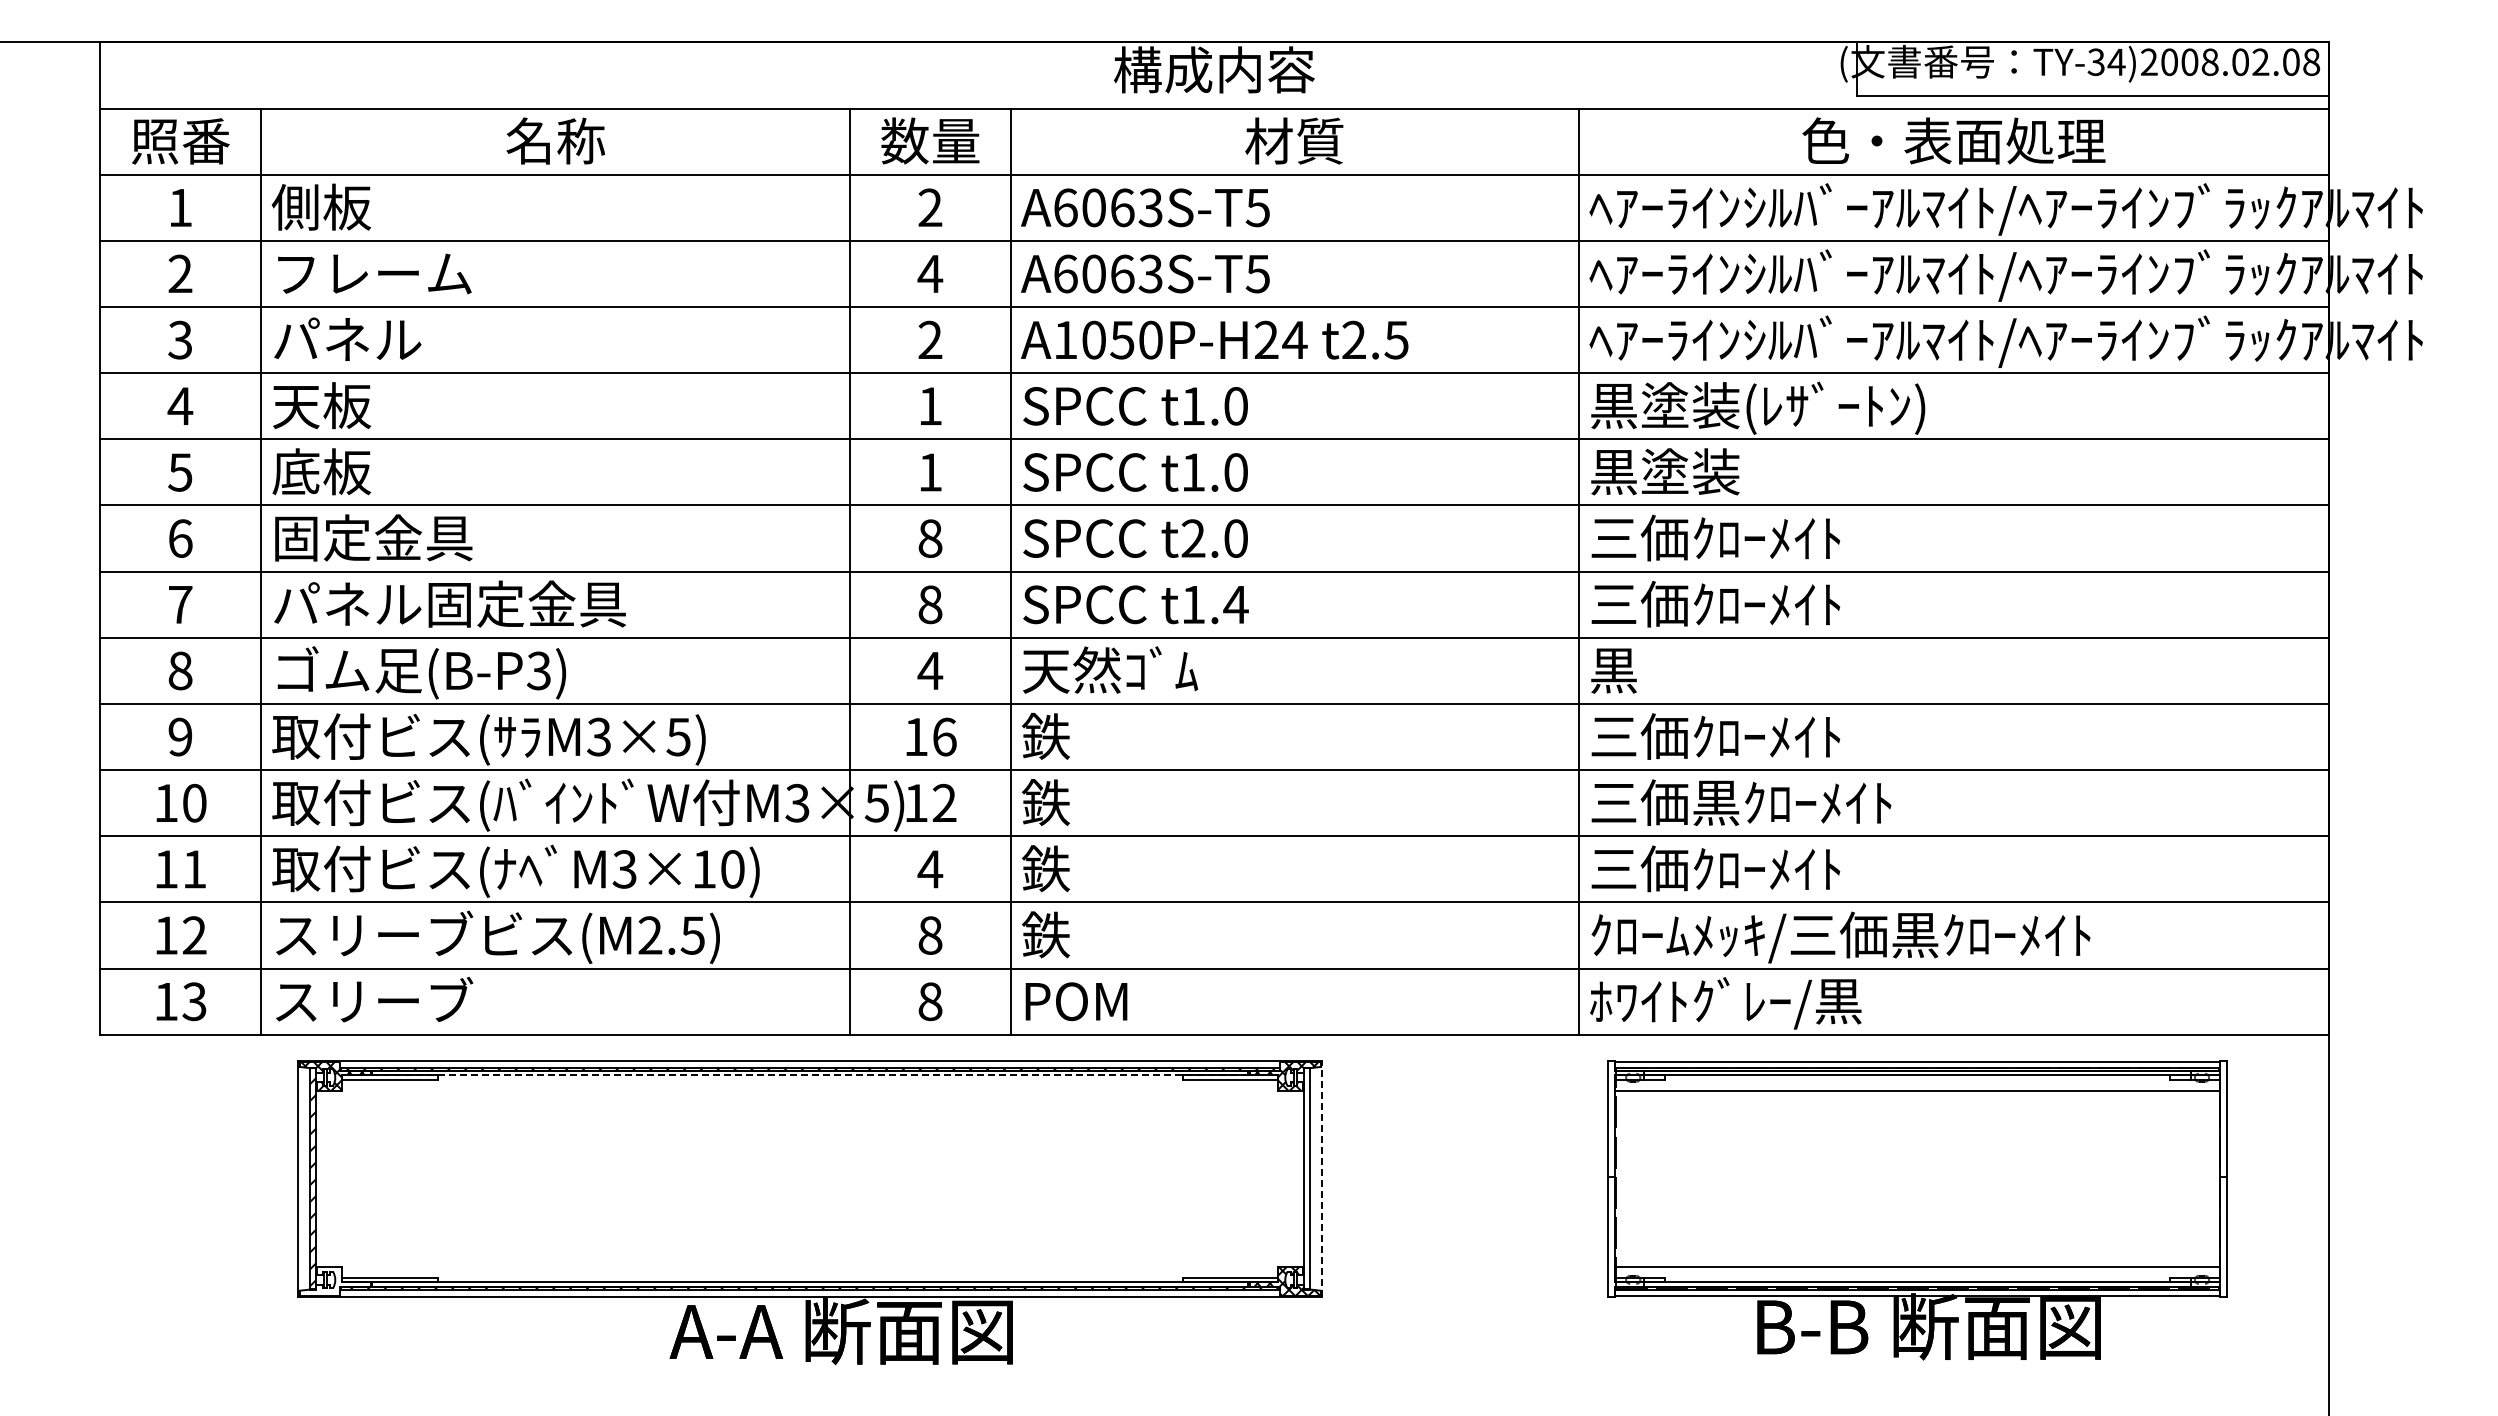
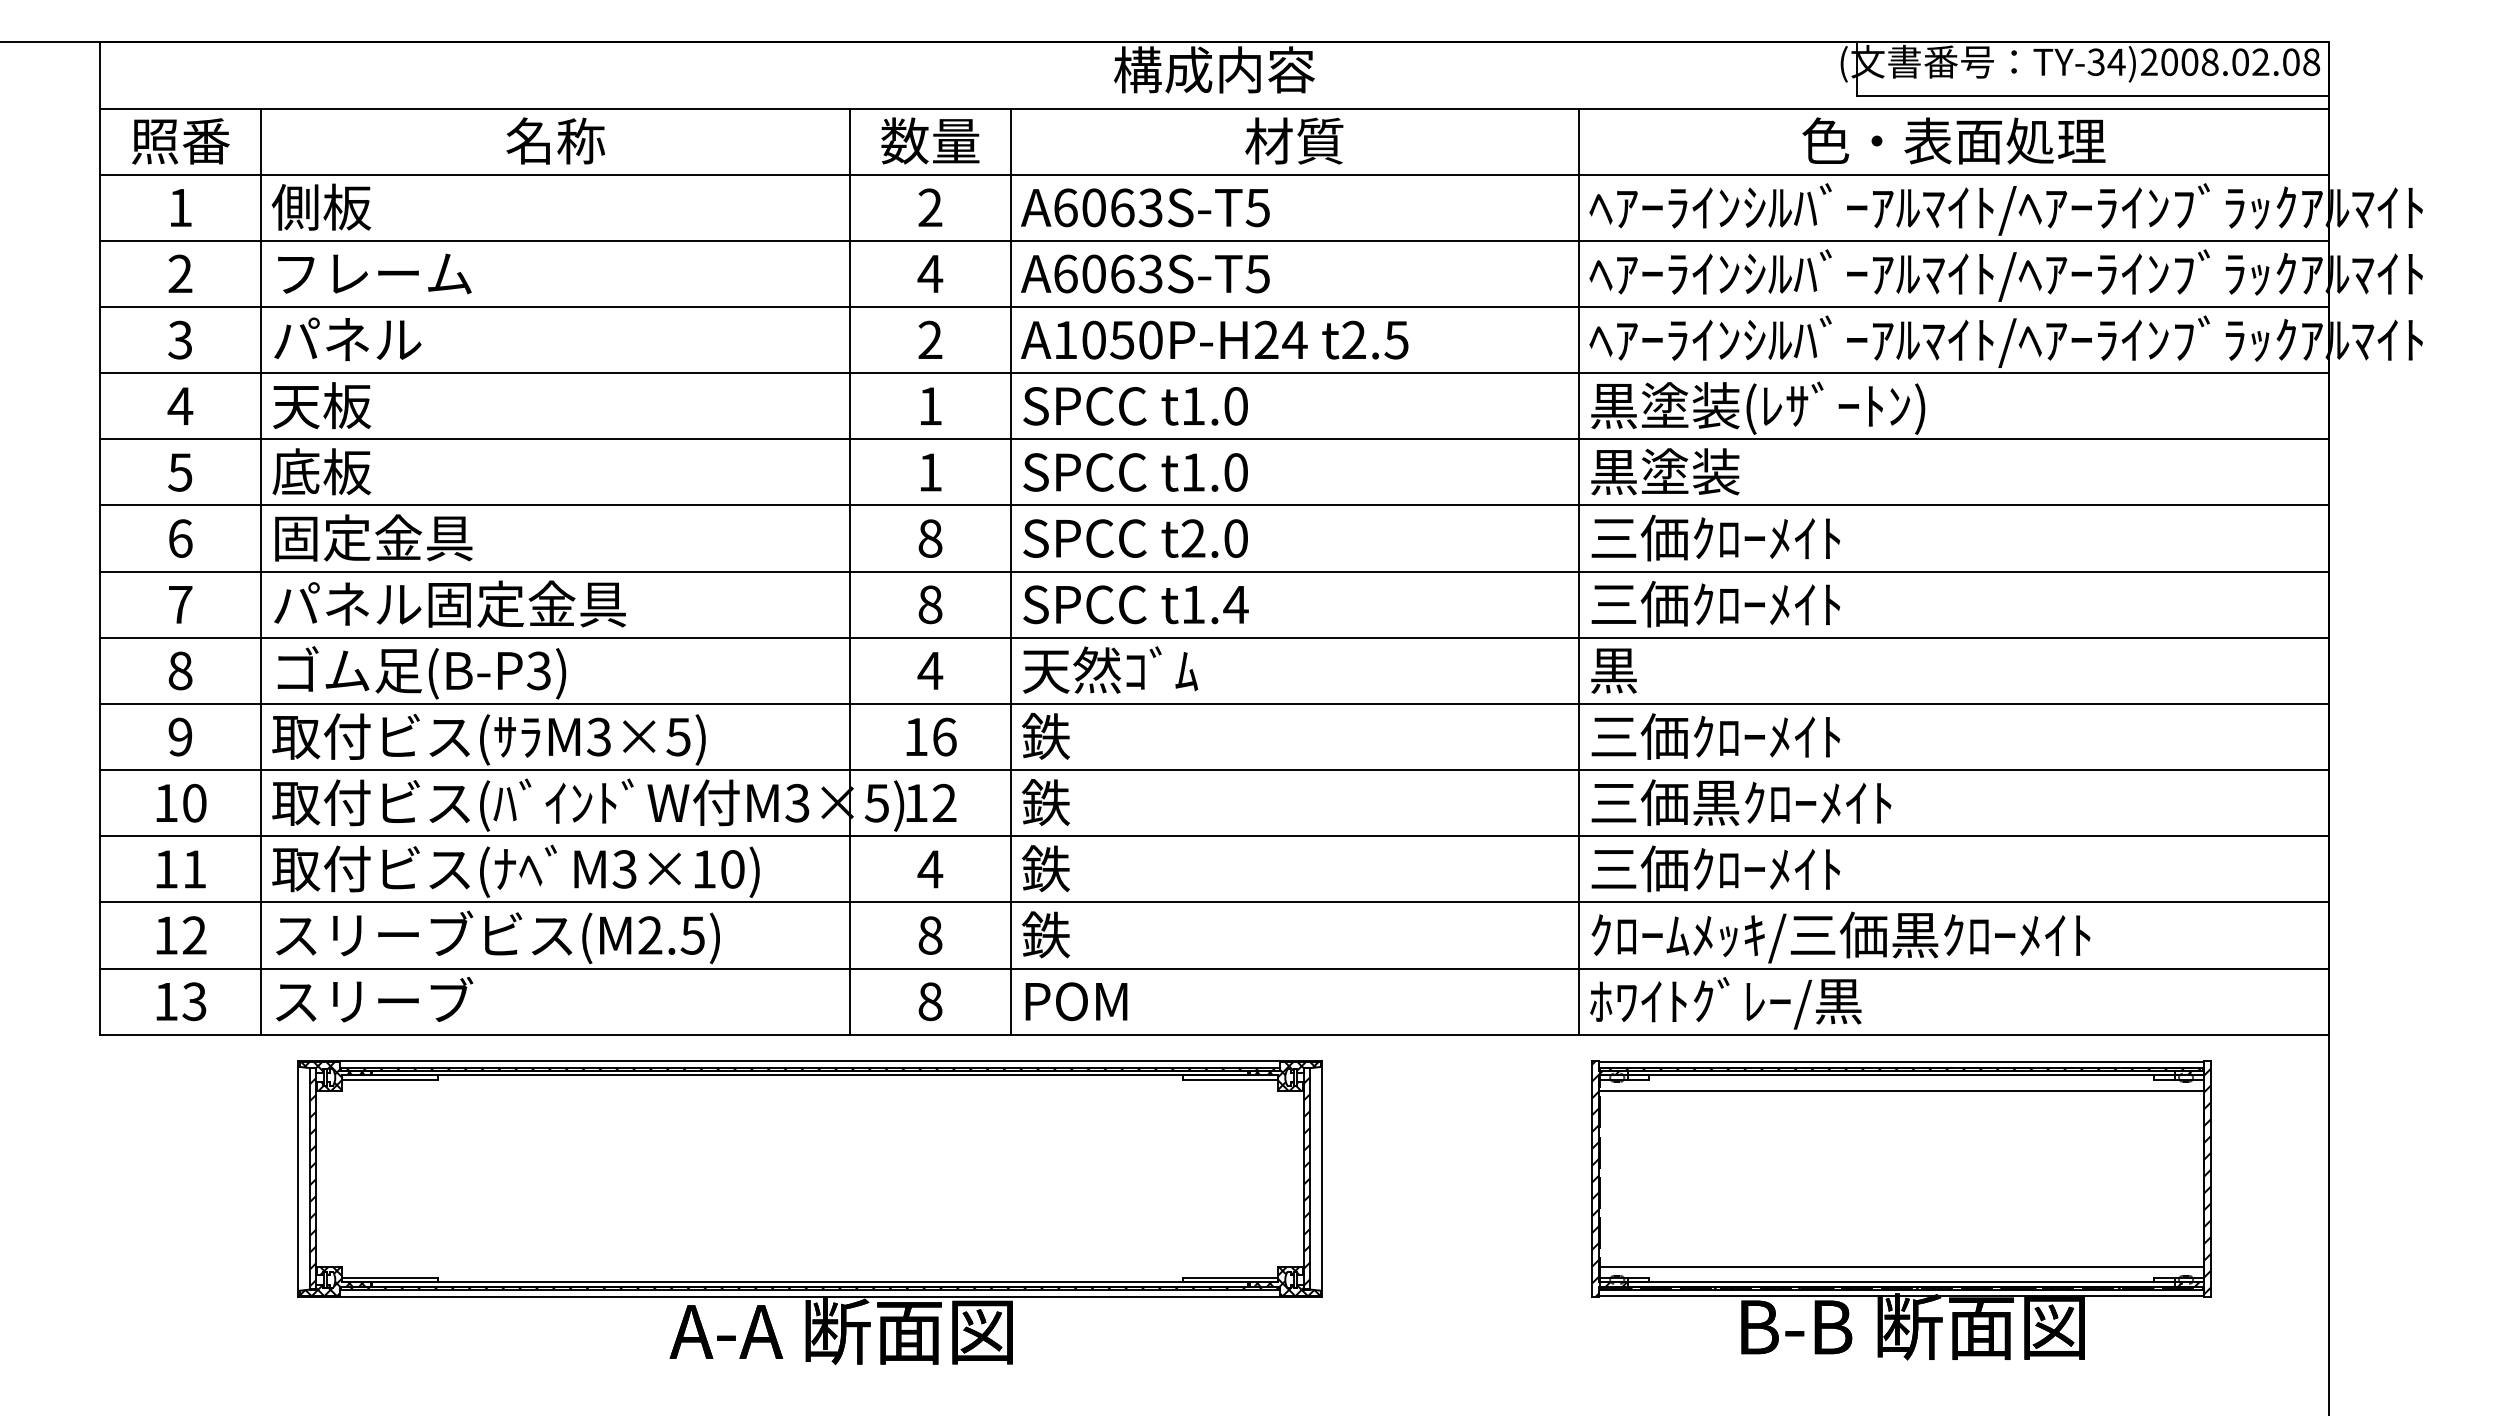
line at (810, 1075): dashed -> solid
line at (1322, 1178): dashed -> solid
hatch at (1307, 1181): none -> present
part at (1917, 1210) position: (1917, 1210) -> (1901, 1210)
hatch at (332, 1280): none -> present
